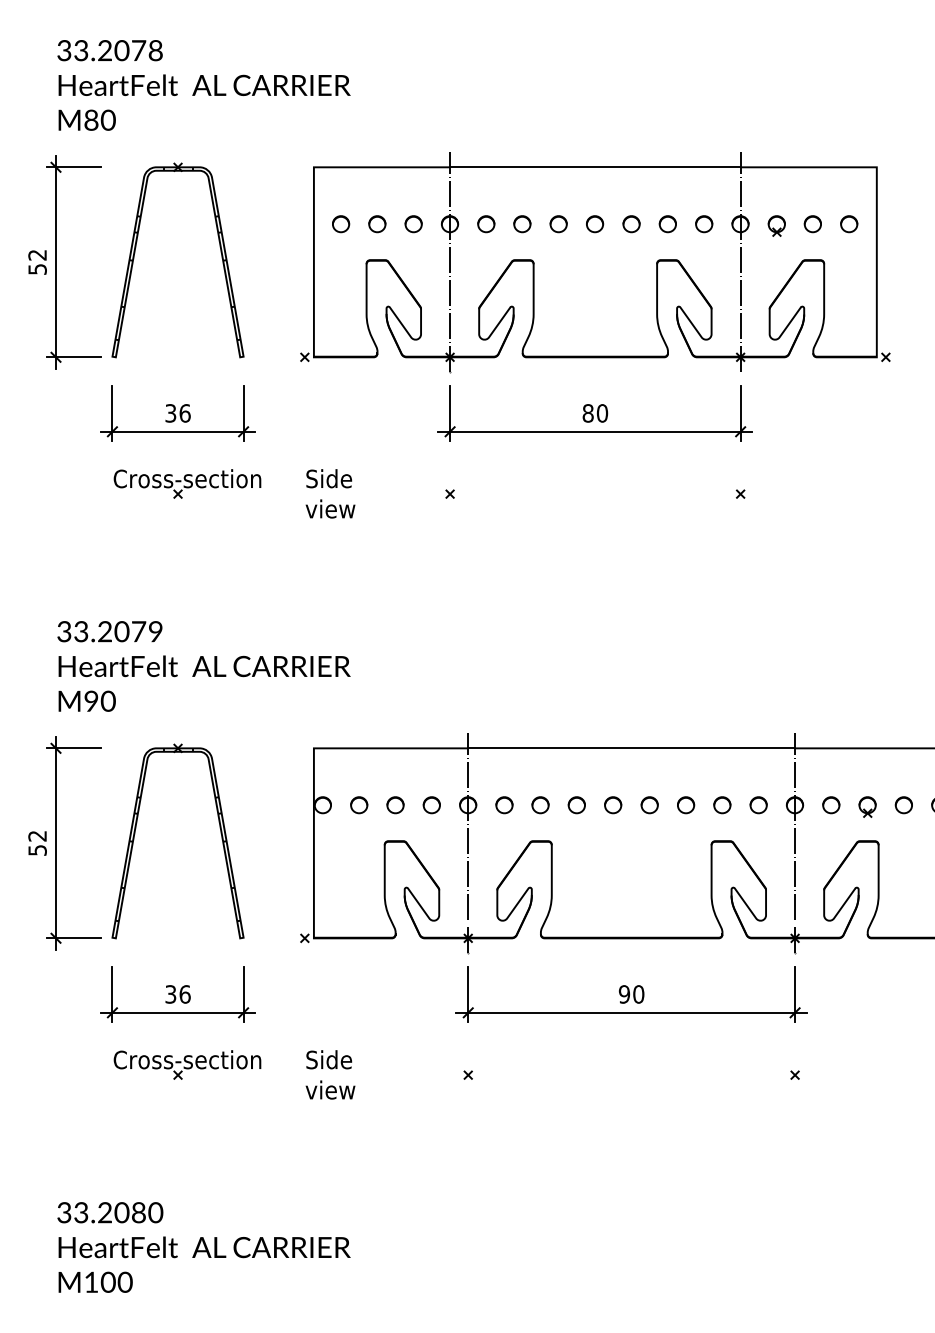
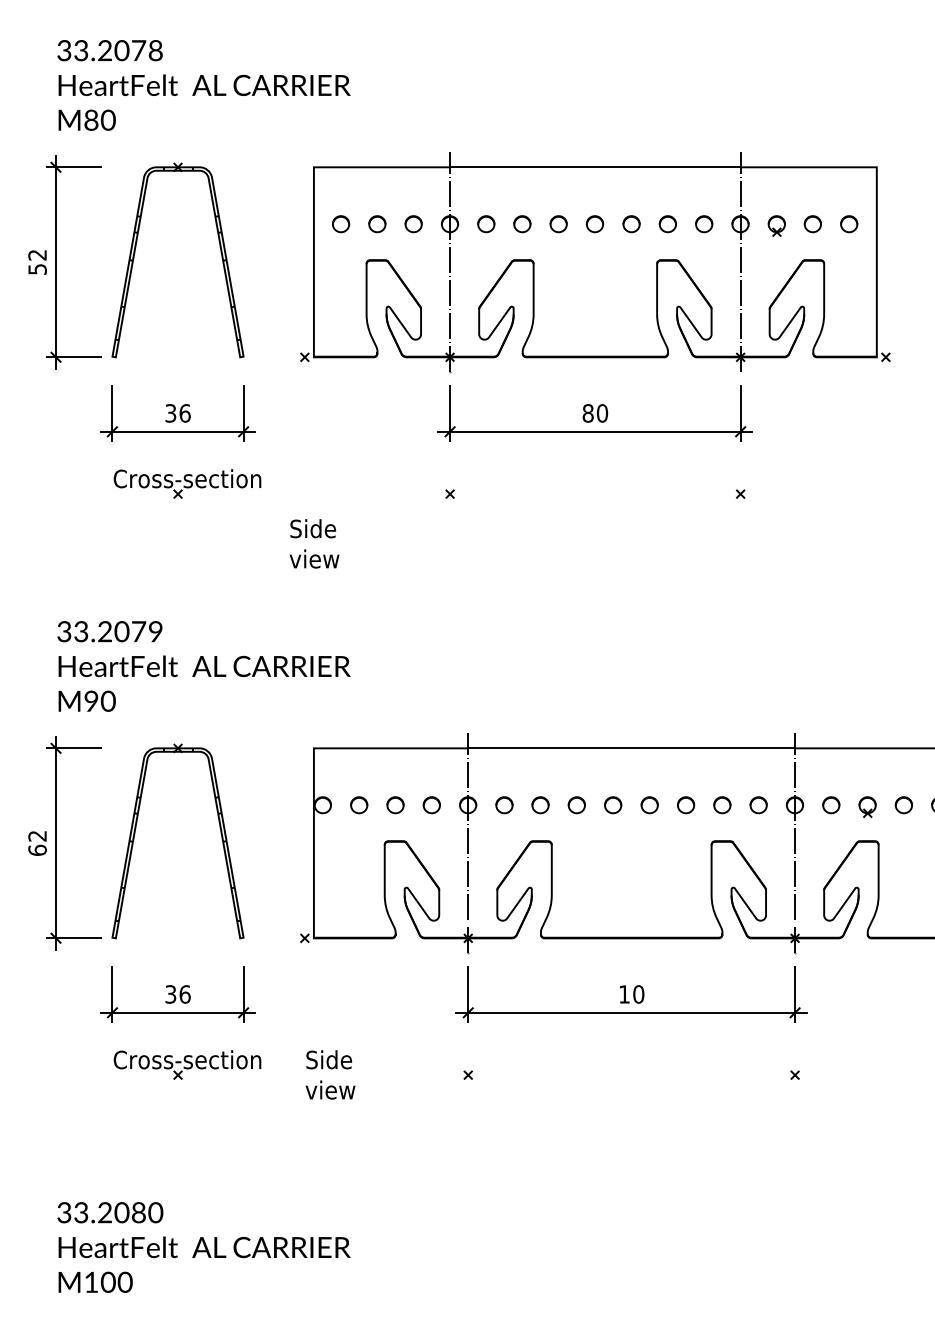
text at (330, 493) position: (330, 493) -> (314, 543)
text at (37, 849): 52 -> 62
text at (624, 994): 90 -> 10
